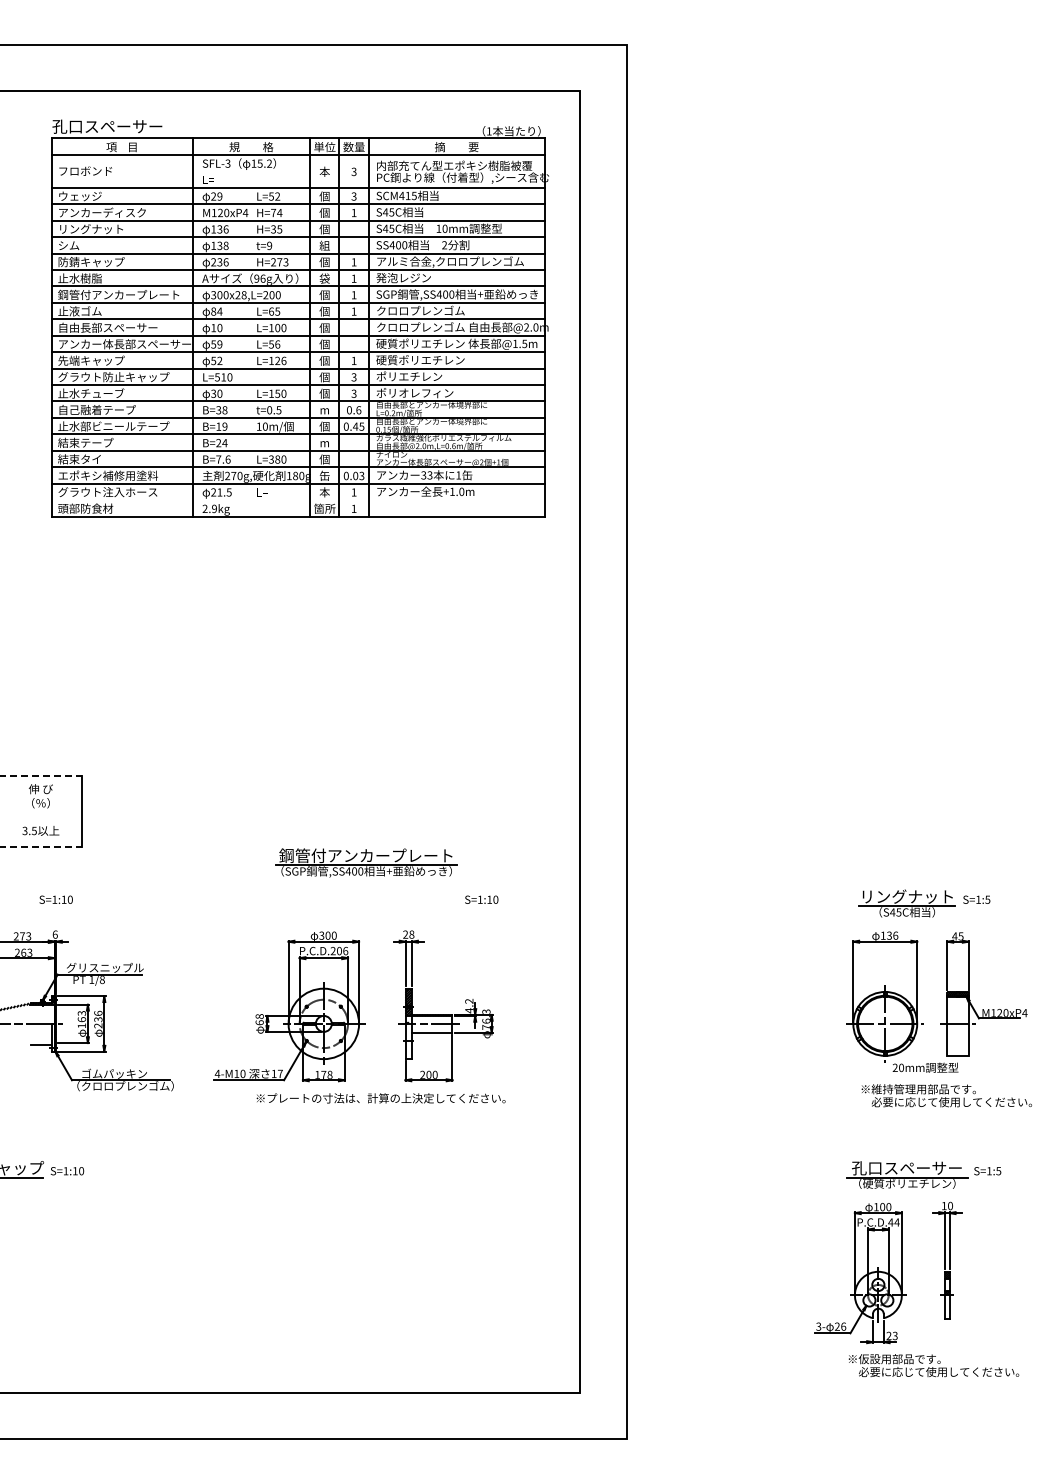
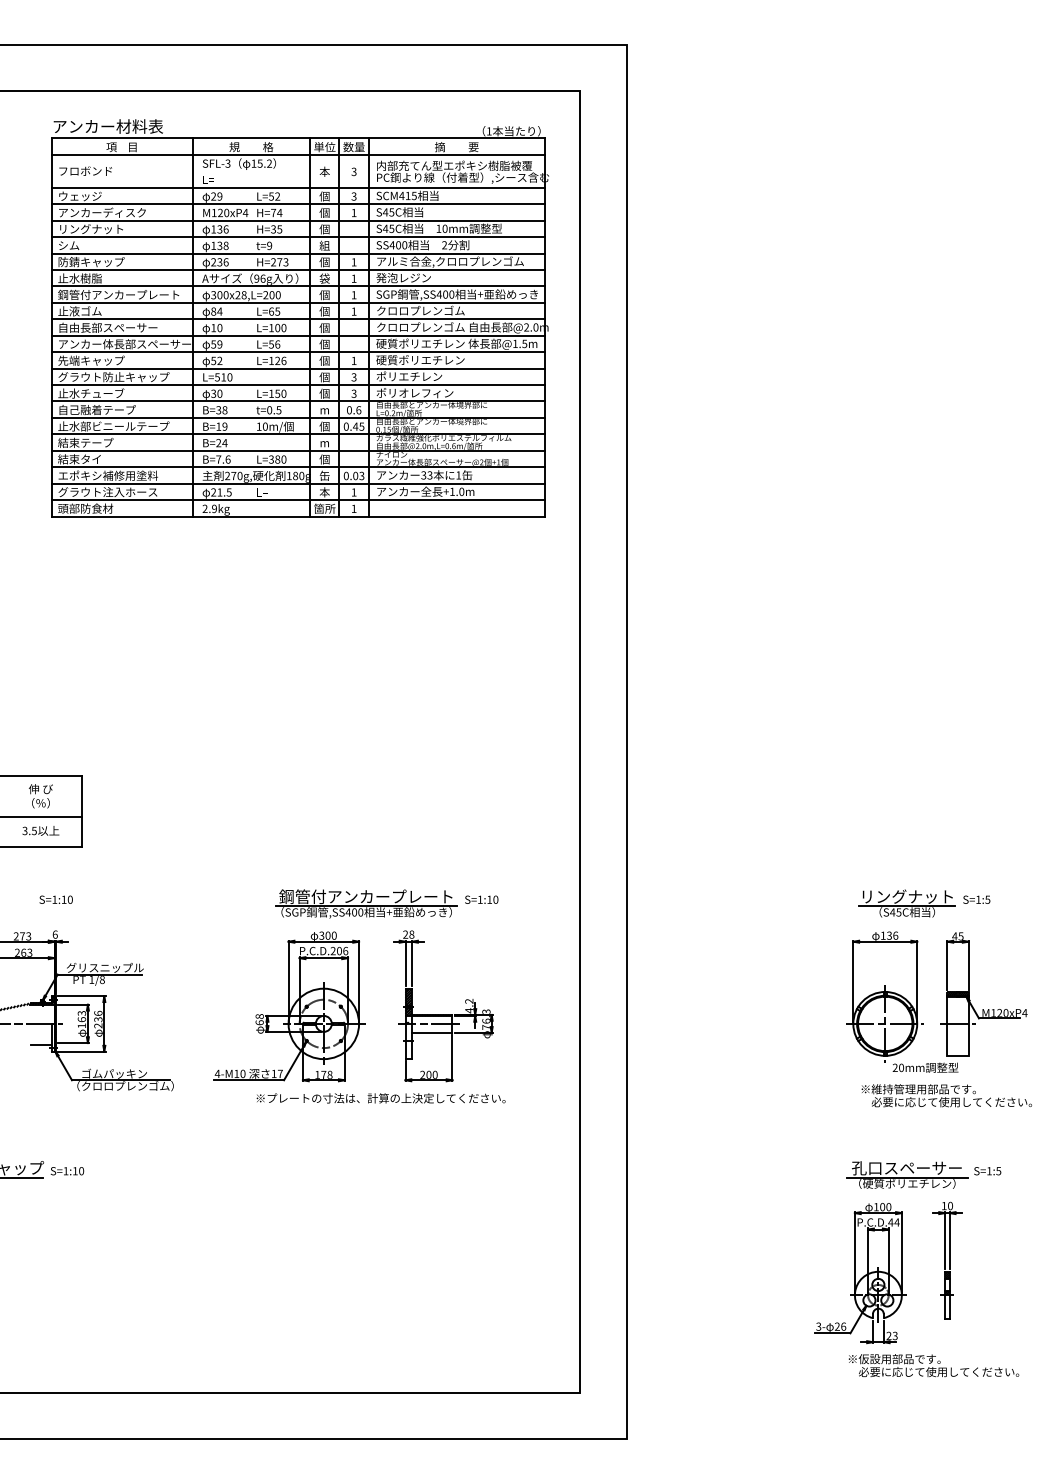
text at (107, 126): 孔口スペーサー -> アンカー材料表
line at (297, 500): none -> present
line at (41, 776): dashed -> solid
line at (42, 817): none -> present
line at (41, 846): dashed -> solid
part at (366, 862) position: (366, 862) -> (366, 903)
